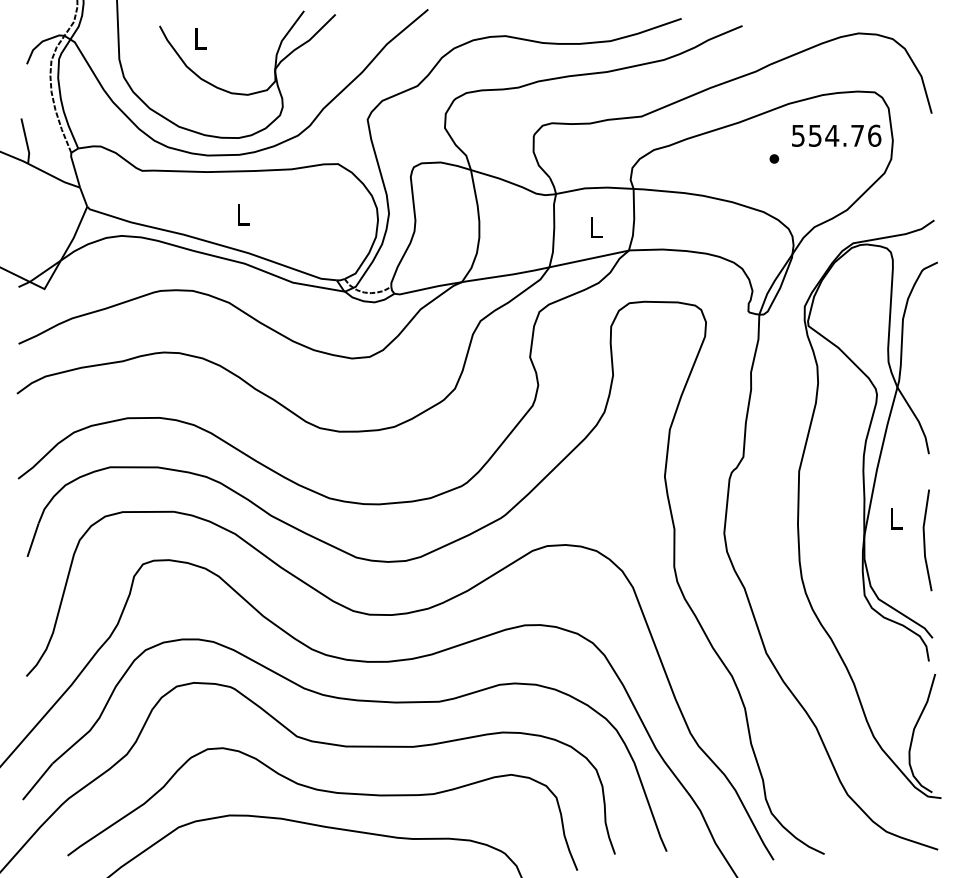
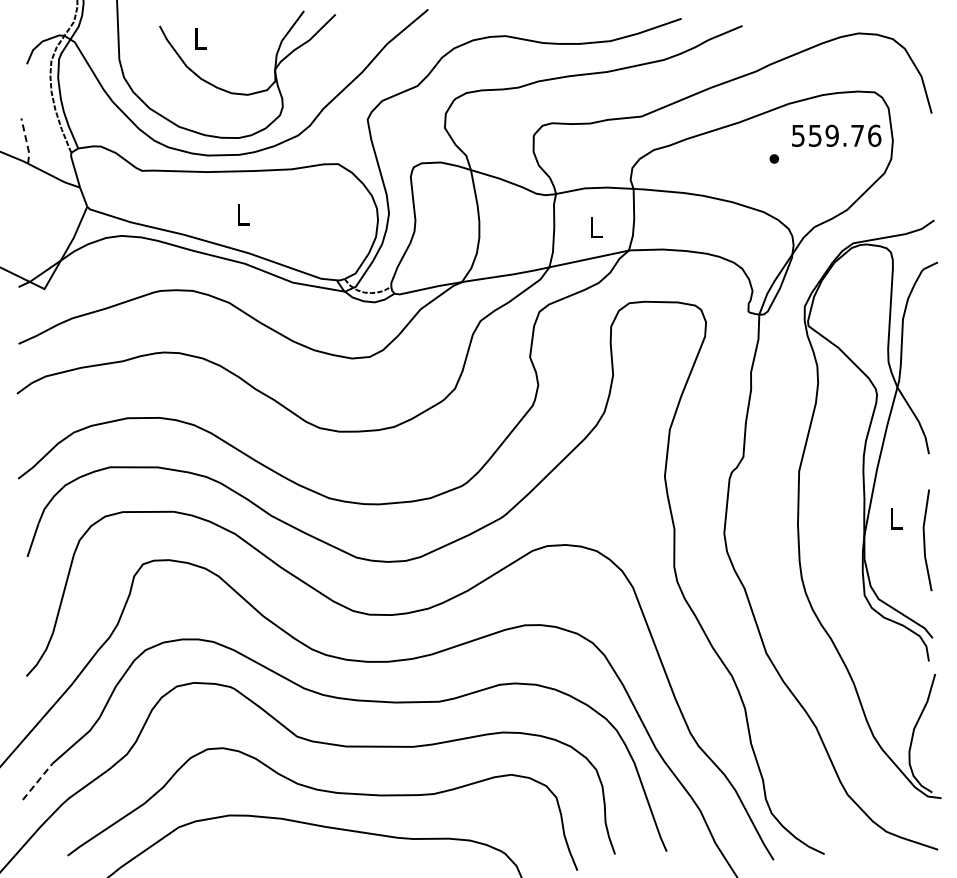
text at (832, 135): 554.76 -> 559.76
line at (26, 141): solid -> dashed
line at (37, 781): solid -> dashed
